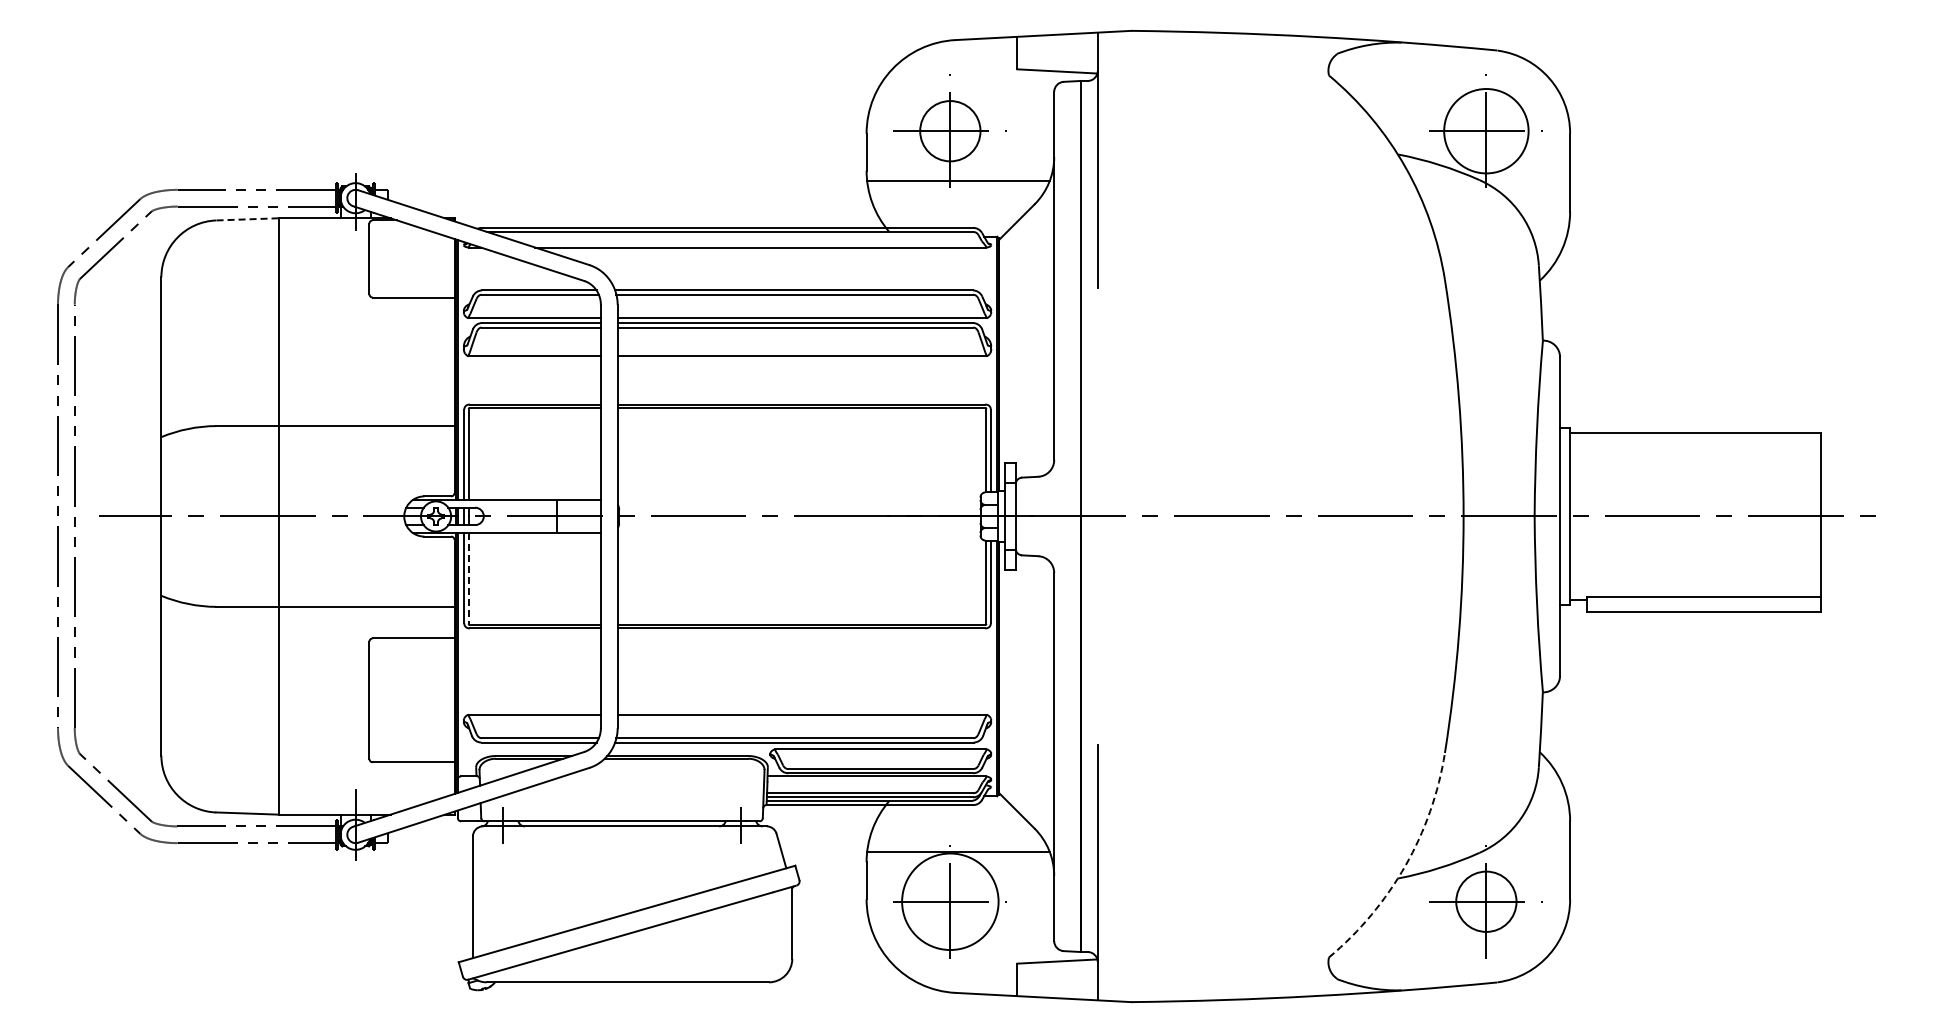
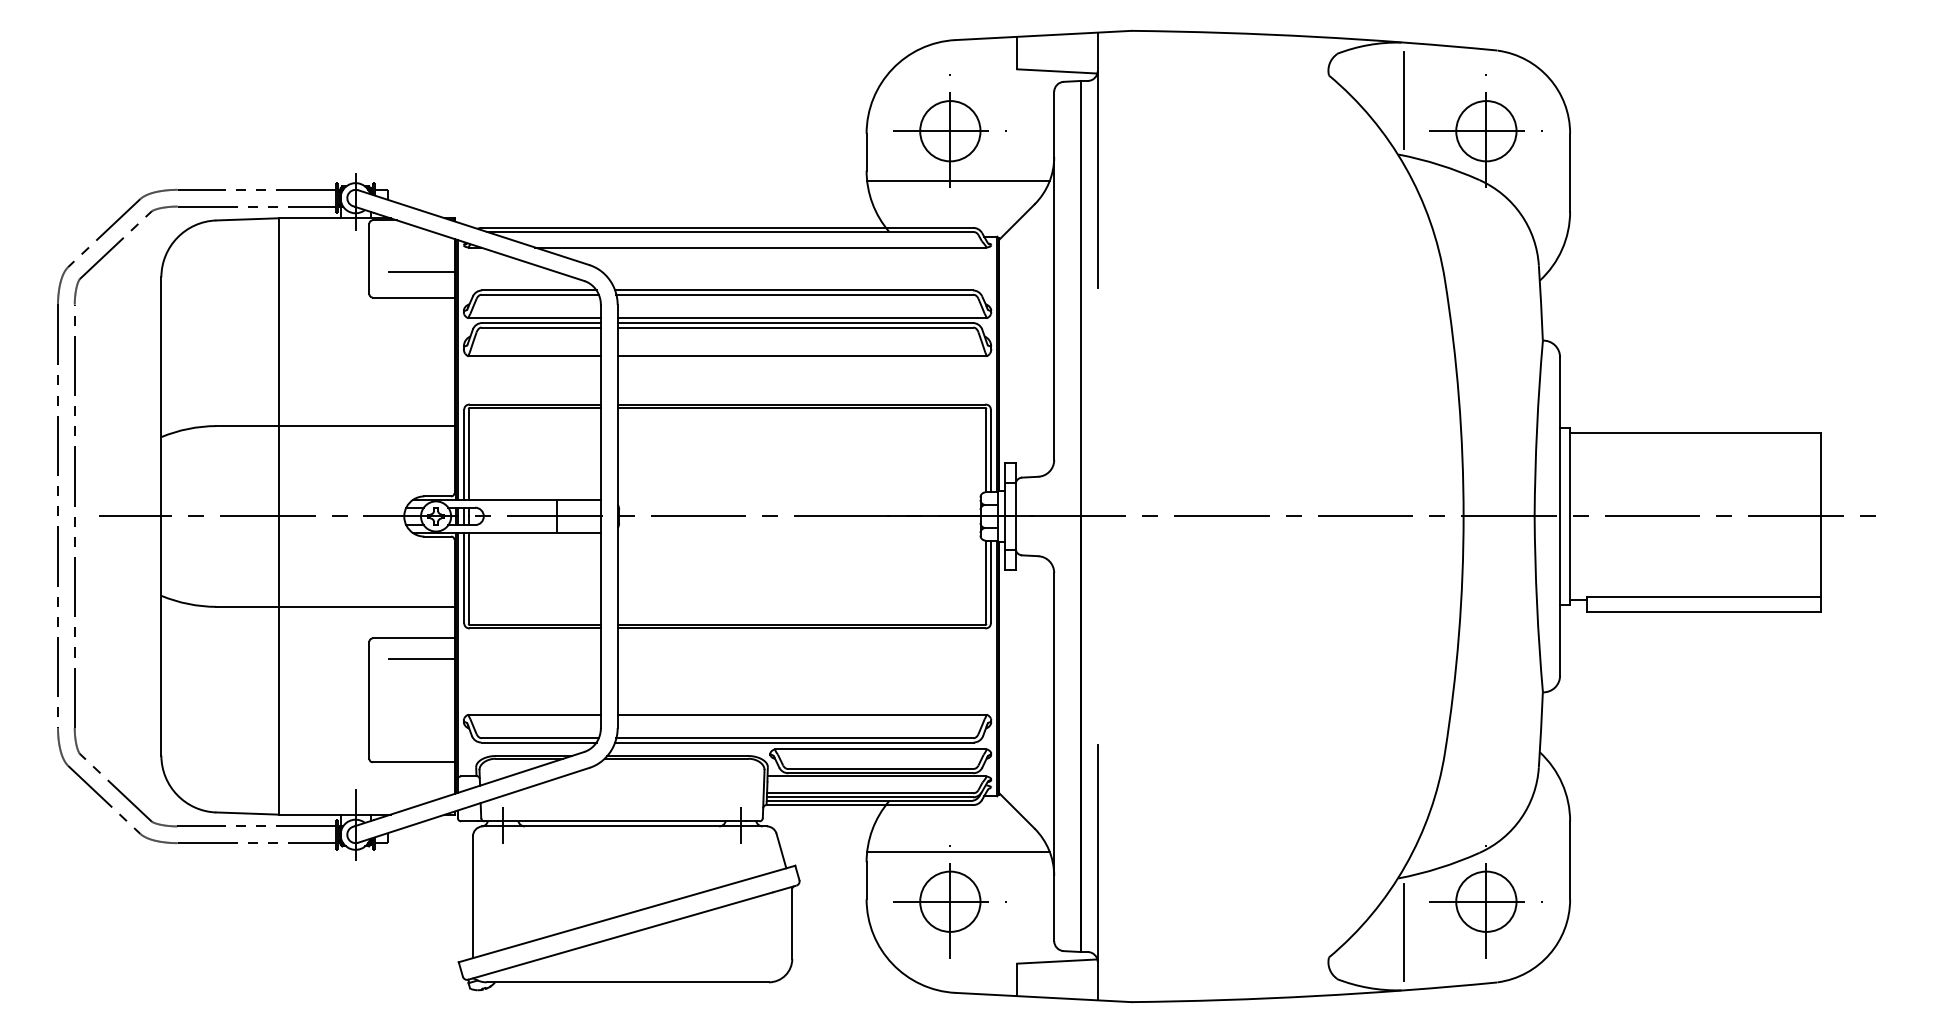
line at (1404, 100): none -> present
circle at (1486, 131) diameter: 84 px -> 60 px
line at (246, 219): dashed -> solid
line at (421, 271): none -> present
line at (468, 579): dashed -> solid
line at (421, 658): none -> present
arc at (1405, 865): dashed -> solid
circle at (950, 901) diameter: 96 px -> 60 px
line at (1404, 932): none -> present
